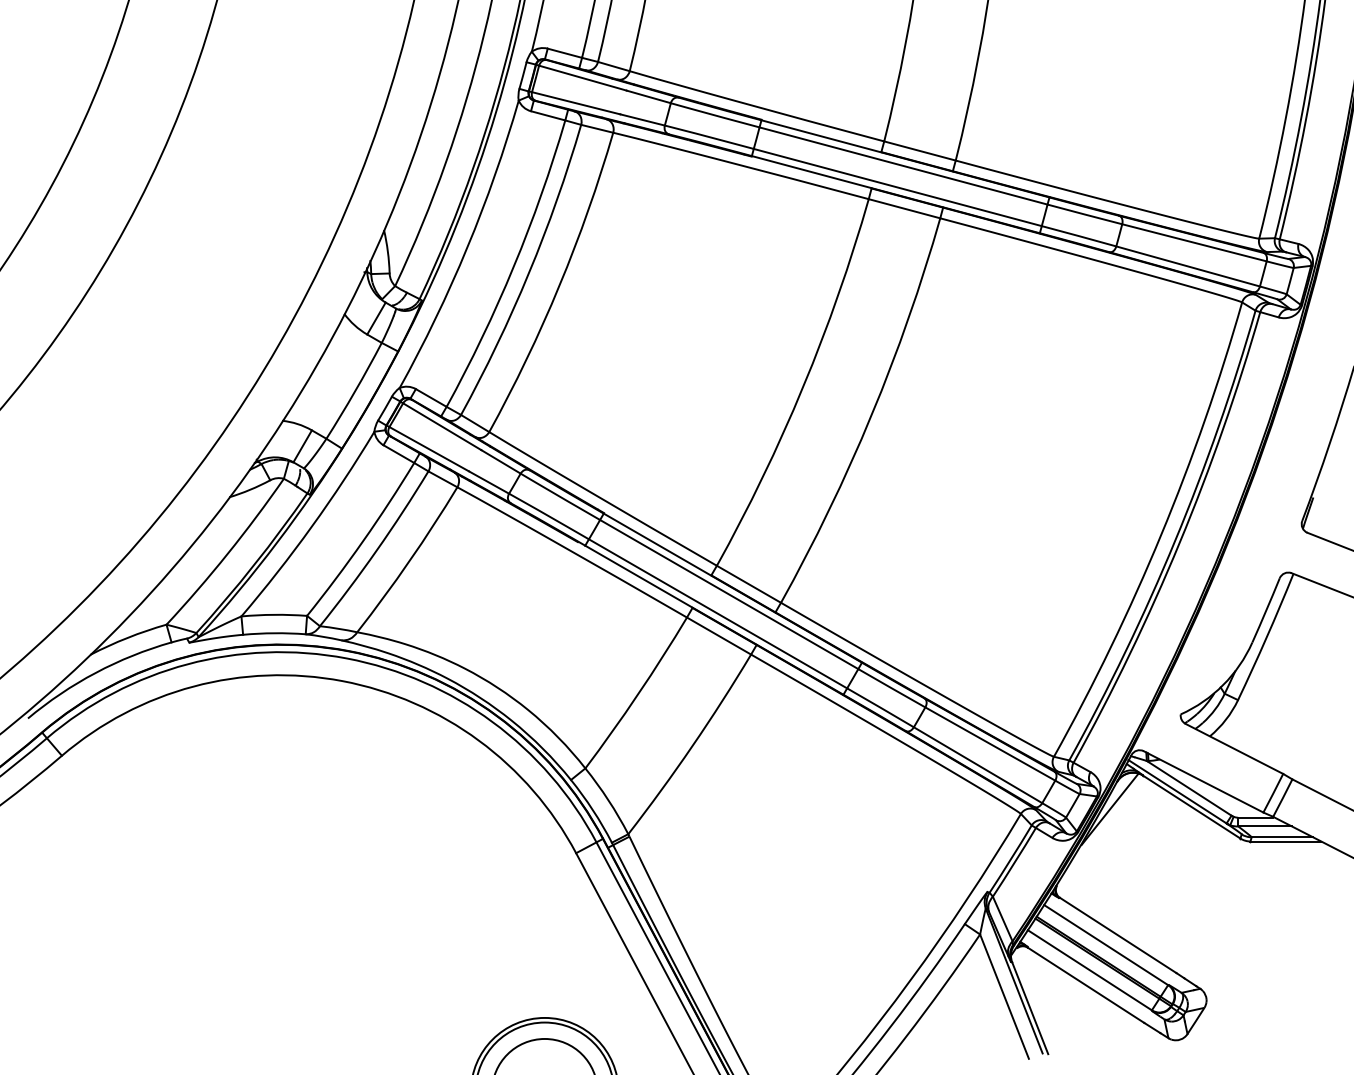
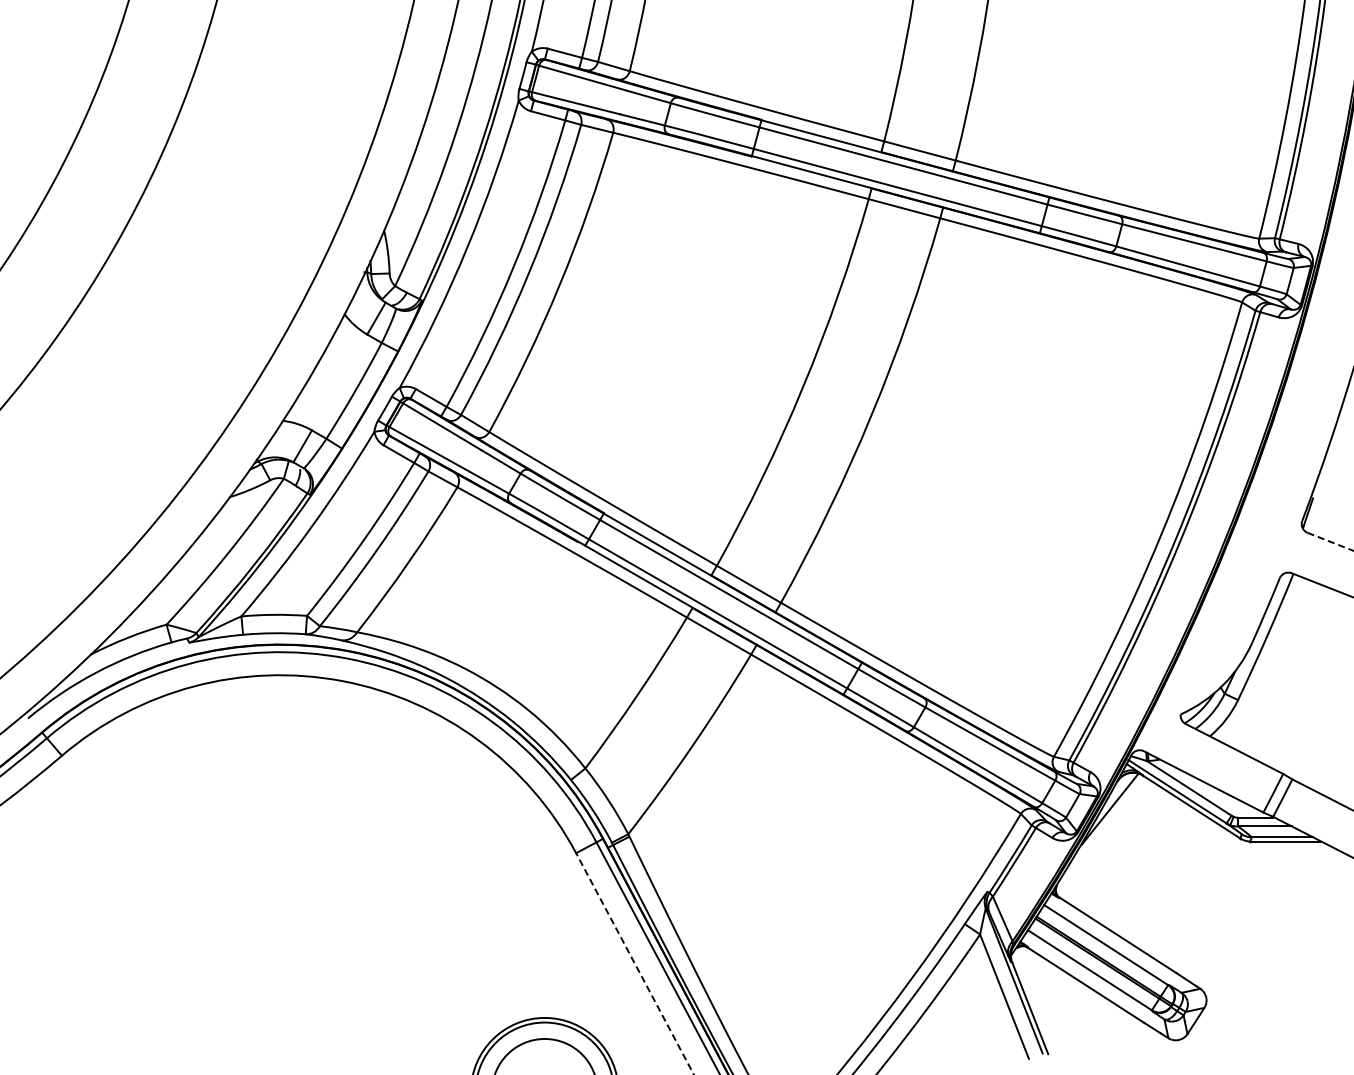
line at (1330, 541): solid -> dashed
line at (634, 963): solid -> dashed
